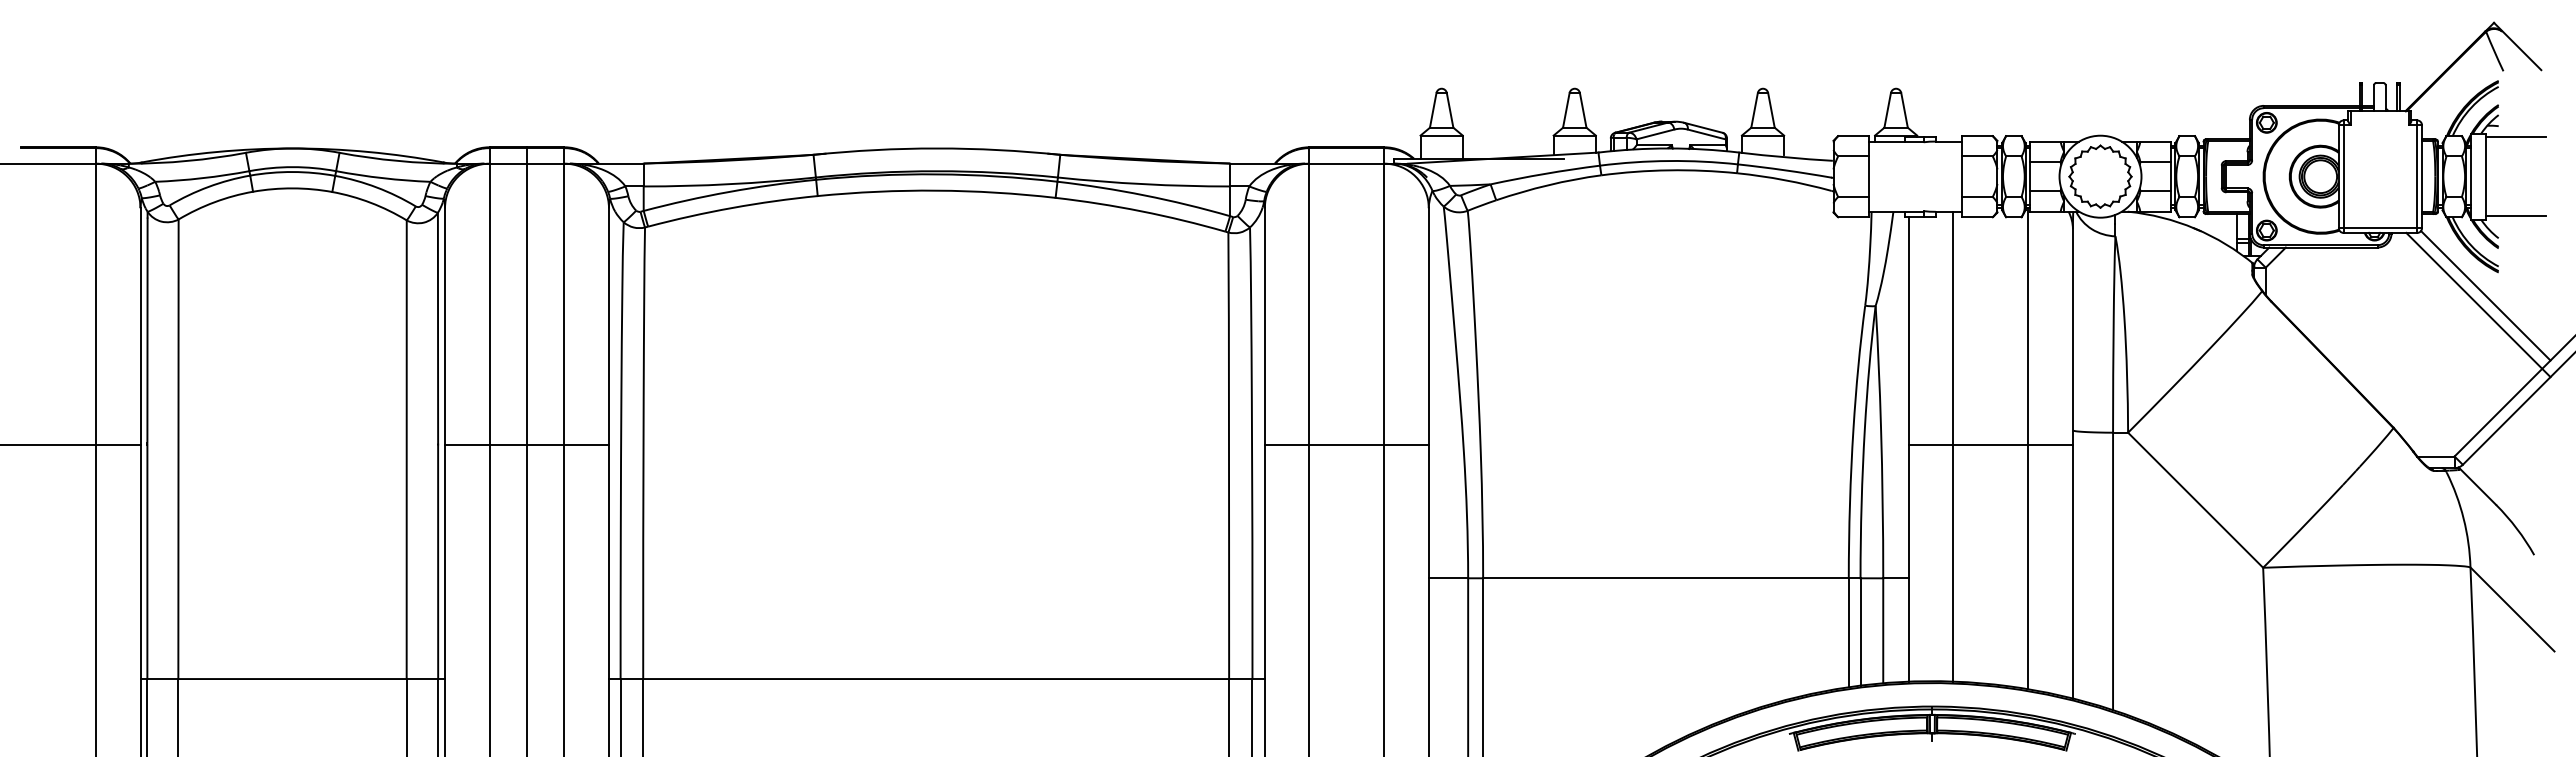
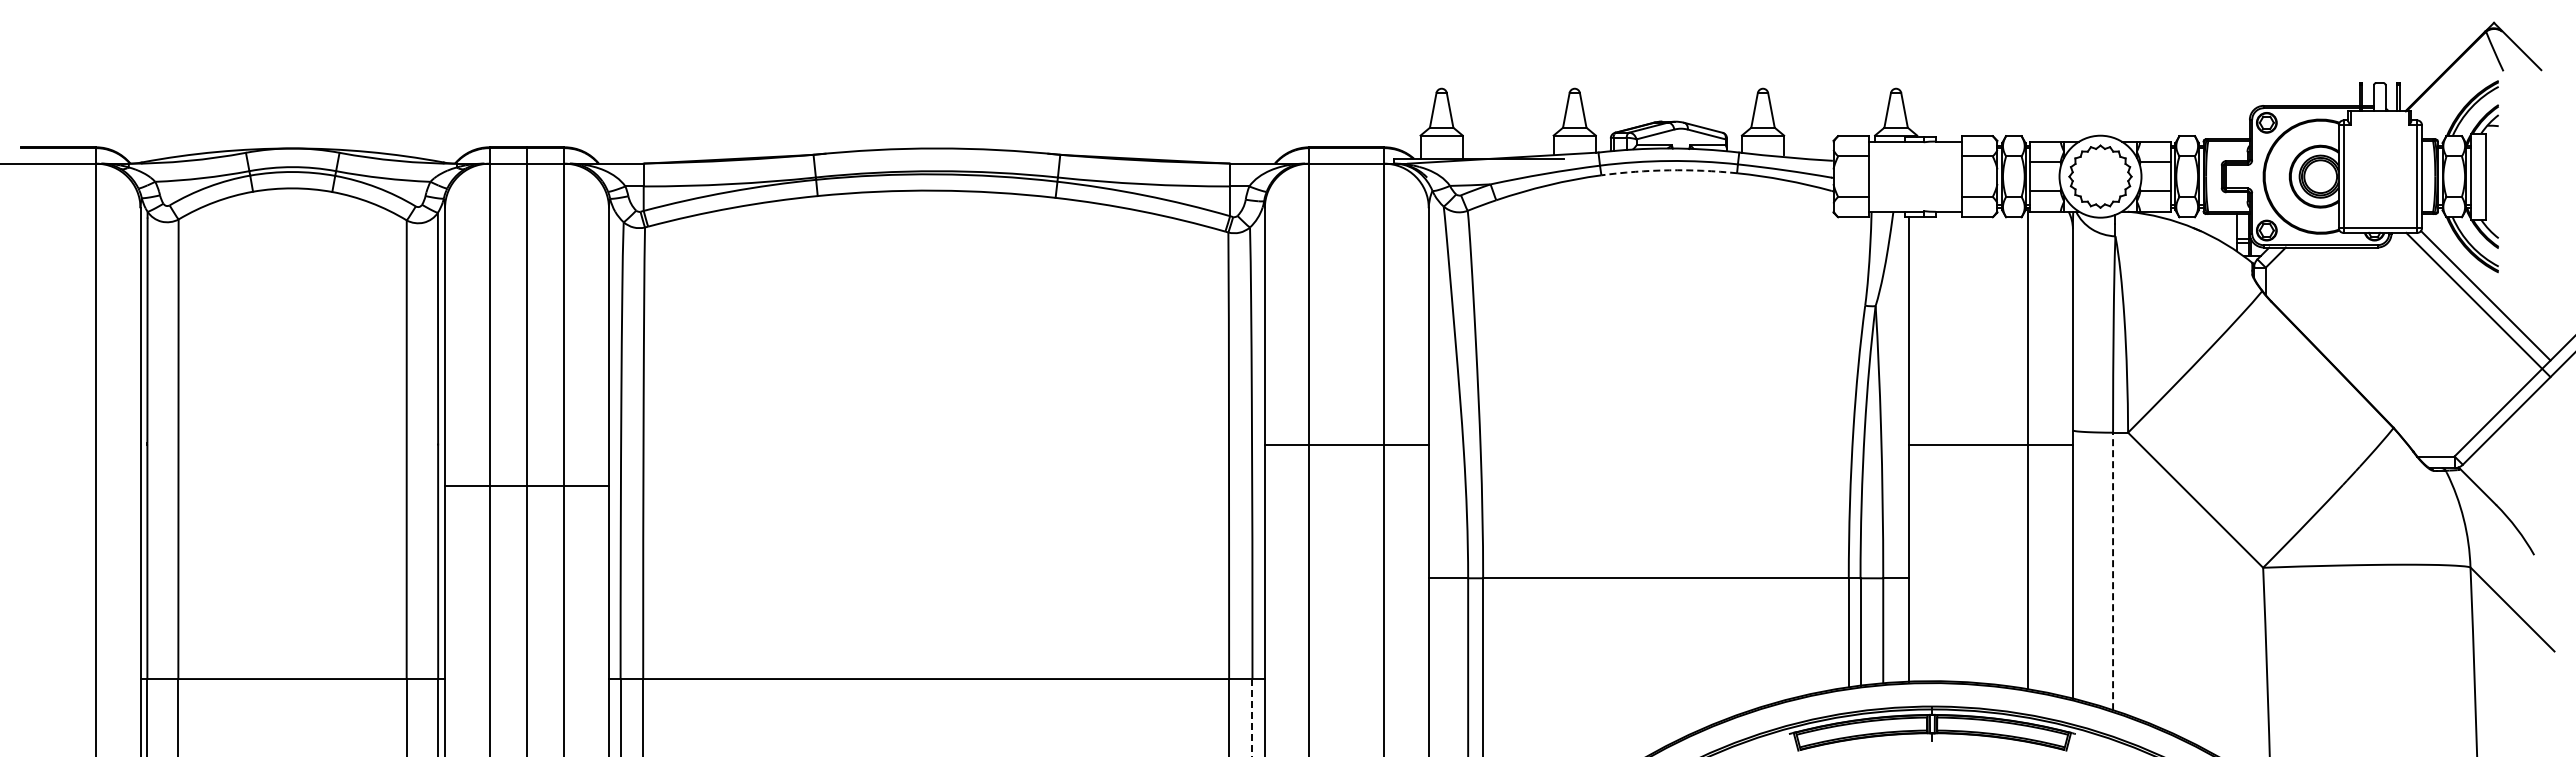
line at (2515, 137): present -> none
arc at (1669, 170): solid -> dashed
line at (2515, 215): present -> none
line at (71, 444): present -> none
line at (526, 444) position: (526, 444) -> (526, 485)
line at (1953, 446): present -> none
line at (2113, 571): solid -> dashed
line at (1252, 717): solid -> dashed
